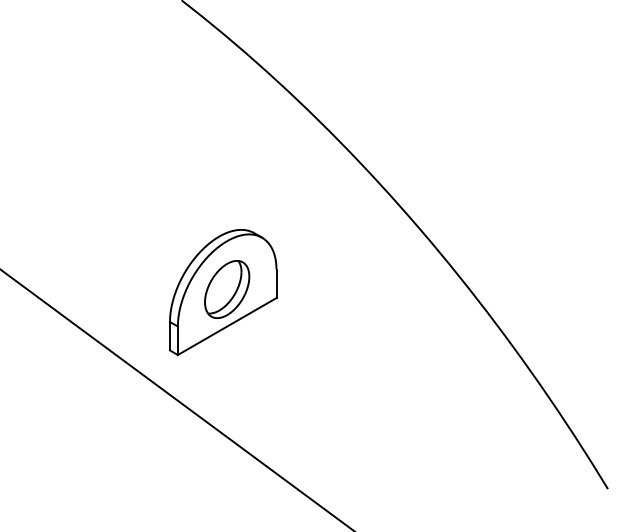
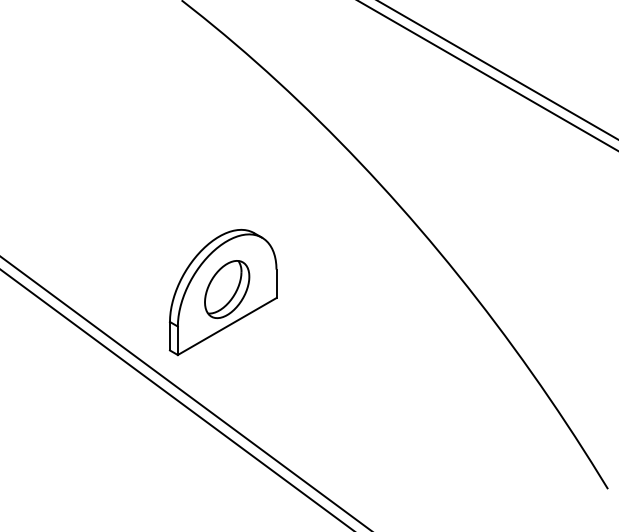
line at (497, 70): none -> present
line at (487, 75): none -> present
line at (185, 392): none -> present
